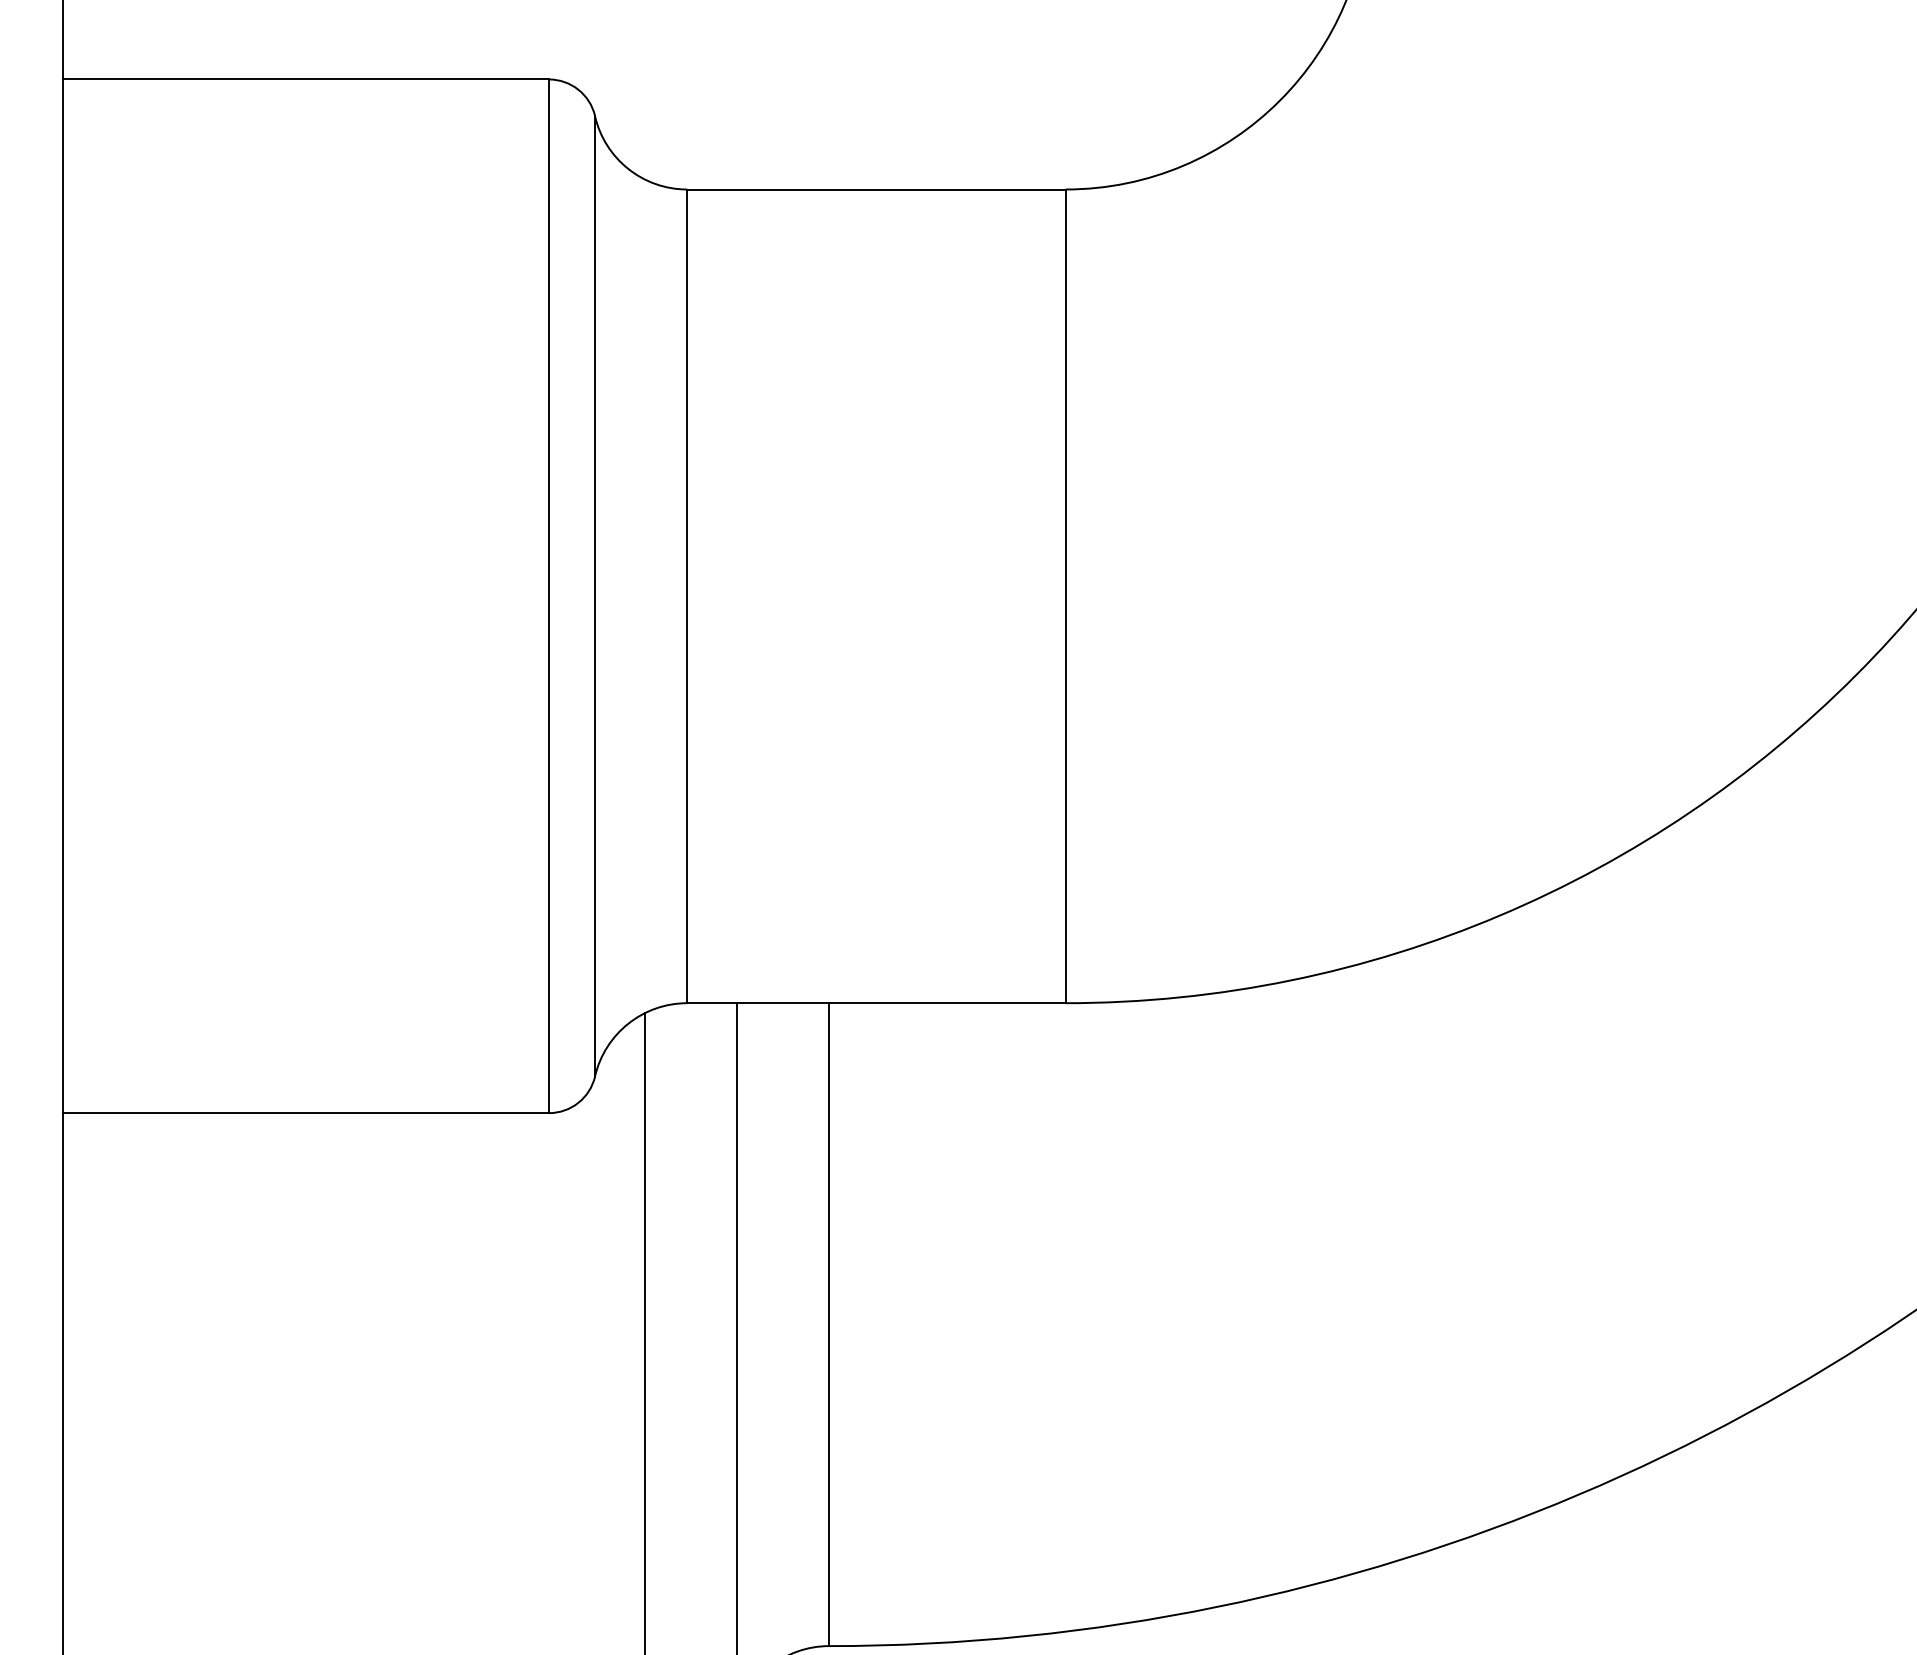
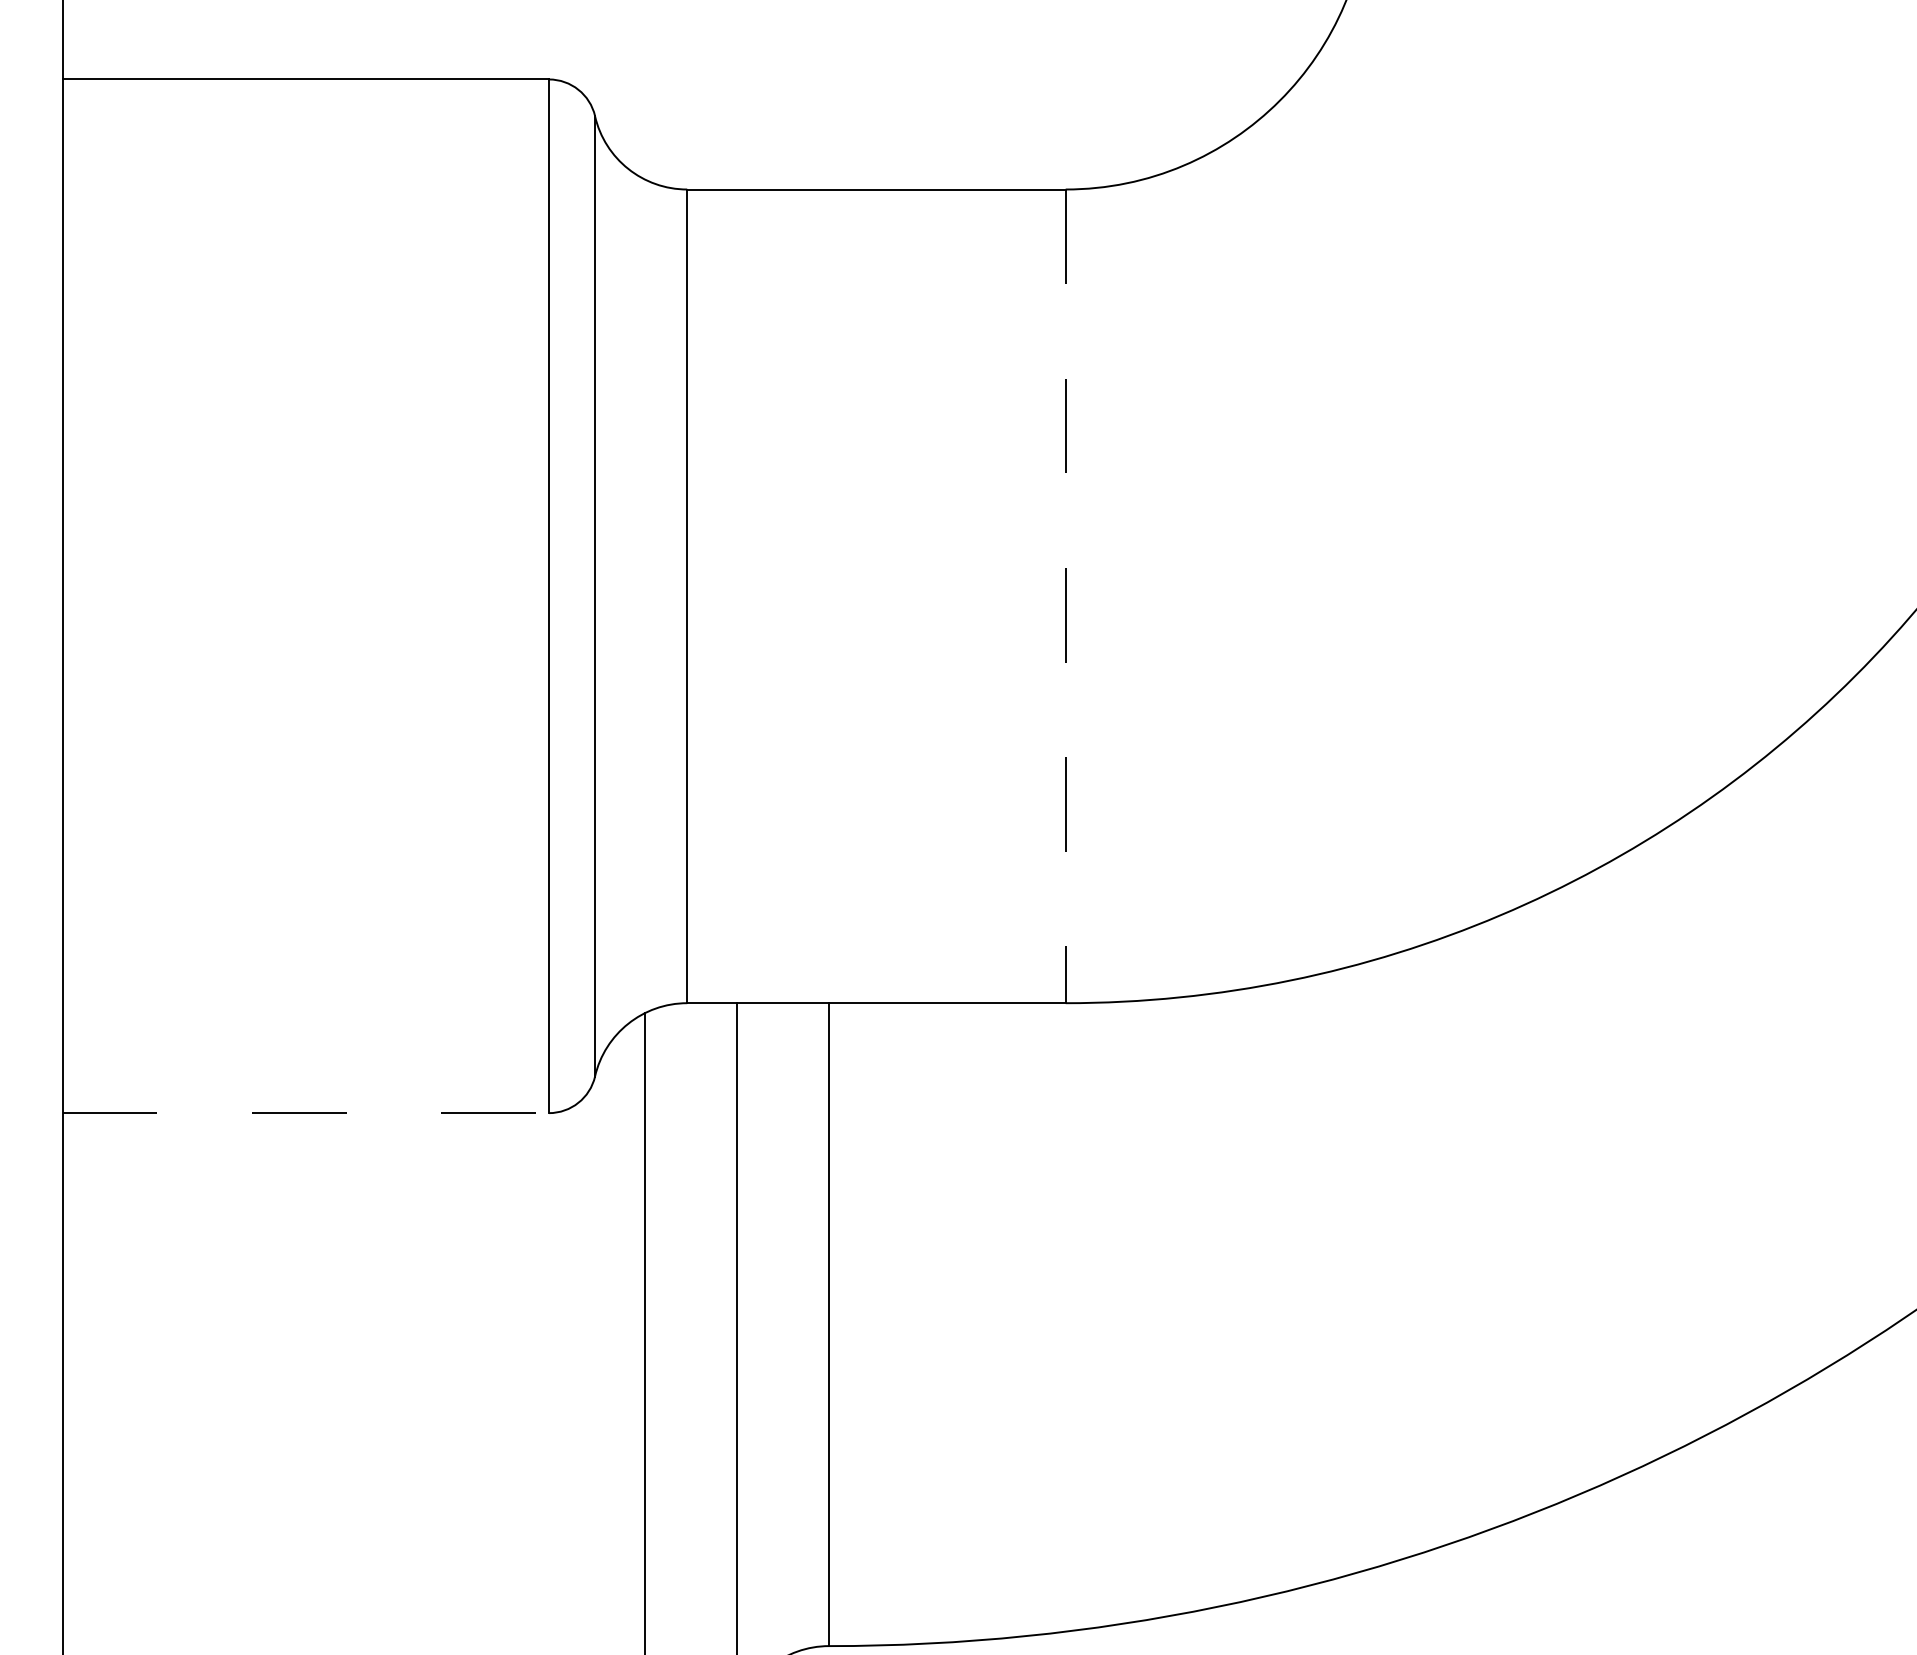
line at (1065, 596): solid -> dashed
line at (306, 1113): solid -> dashed
